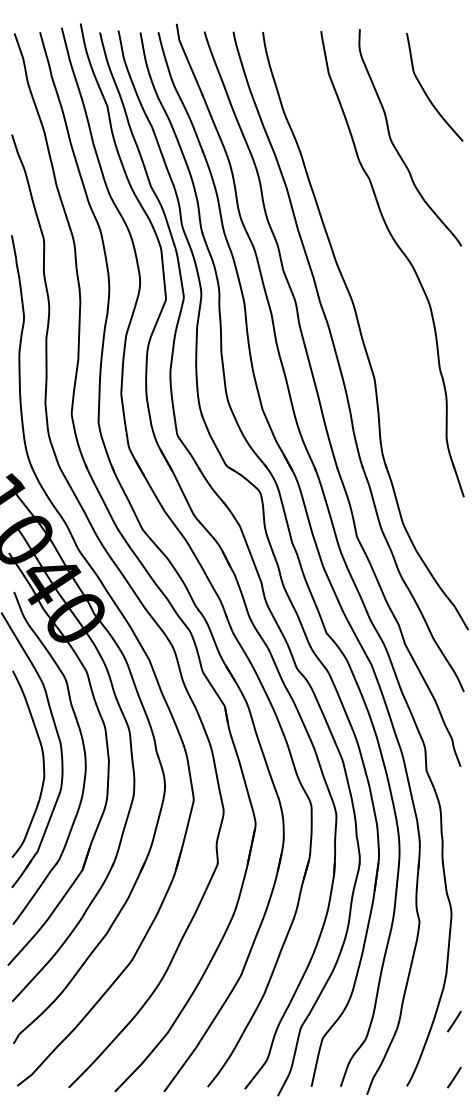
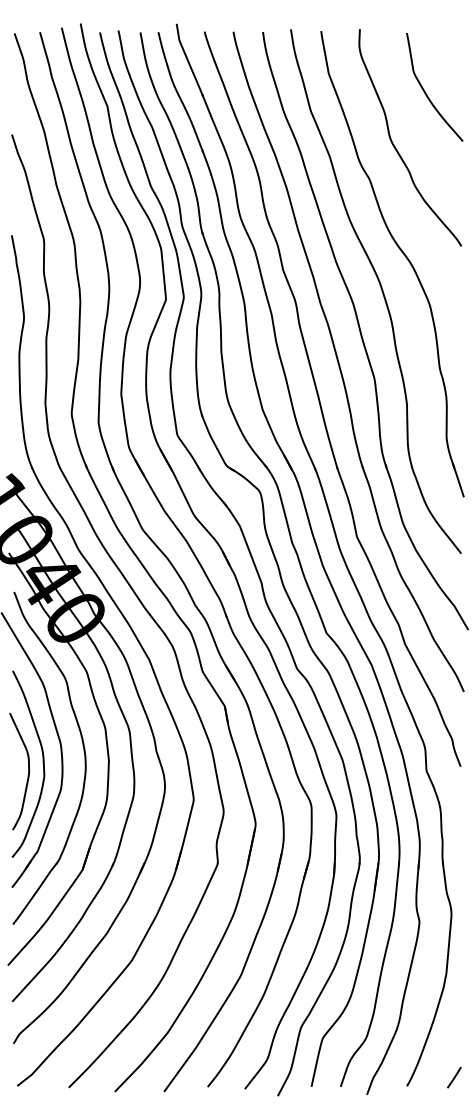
part at (375, 291): none -> present
curve at (27, 775): none -> present
line at (454, 1021): present -> none
